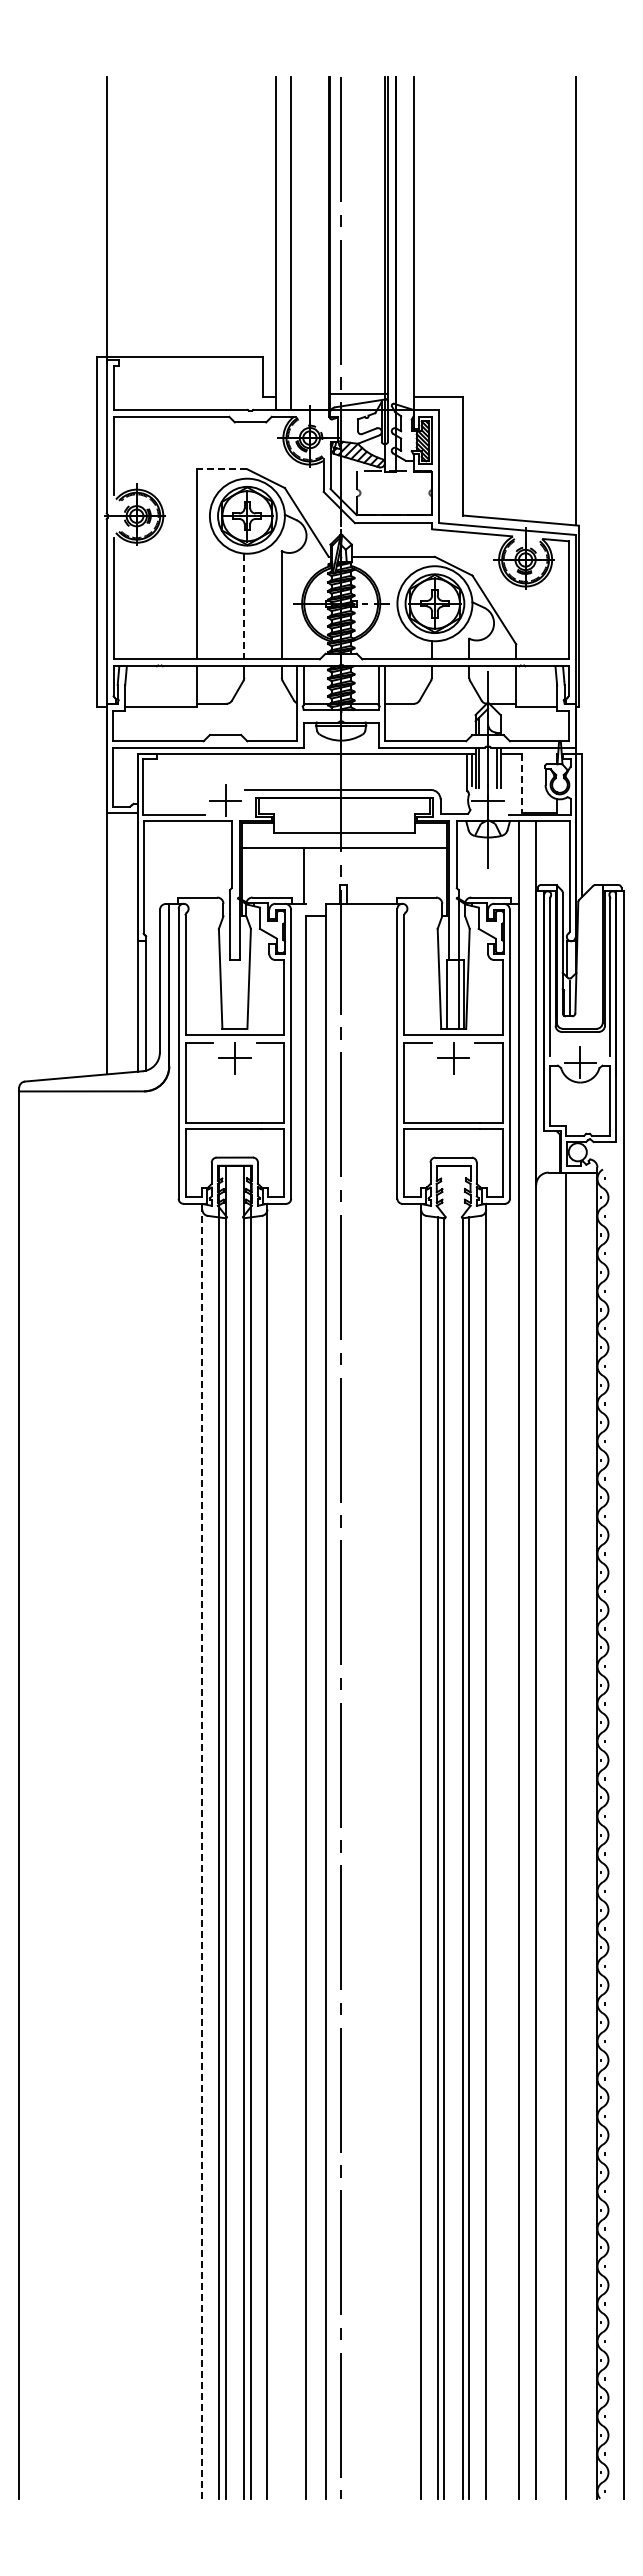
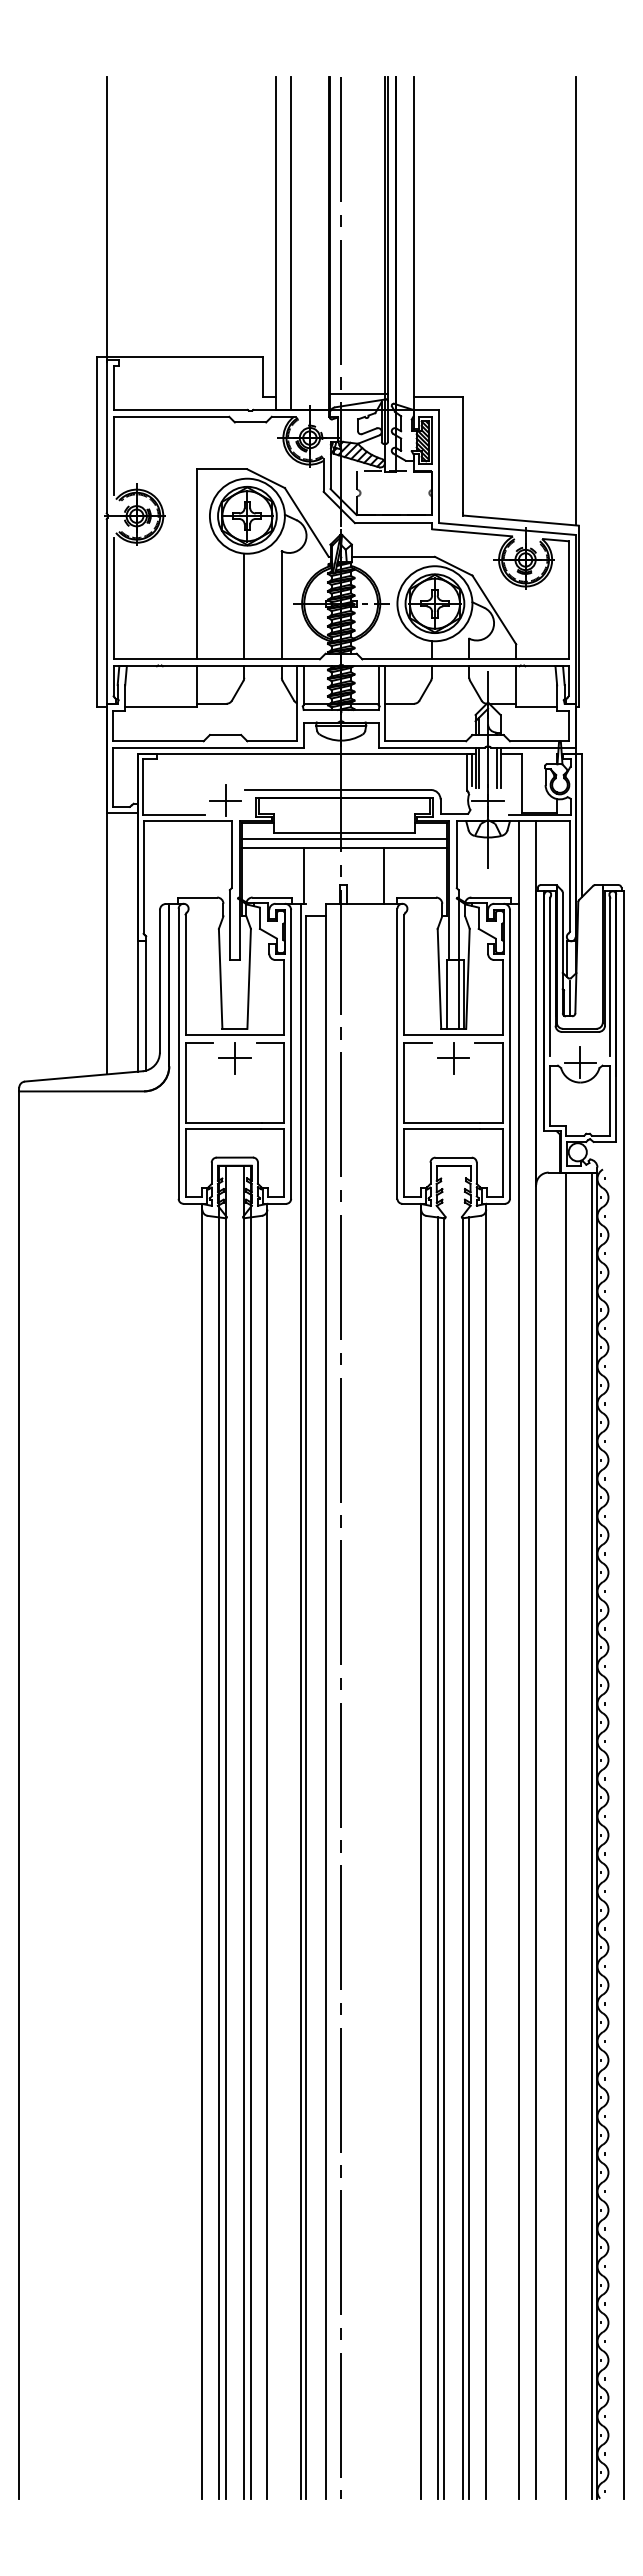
line at (221, 469): dashed -> solid
line at (244, 606): dashed -> solid
line at (522, 783): dashed -> solid
line at (343, 838): none -> present
line at (384, 875): none -> present
line at (300, 1700): none -> present
line at (592, 1835): none -> present
line at (202, 1851): dashed -> solid
